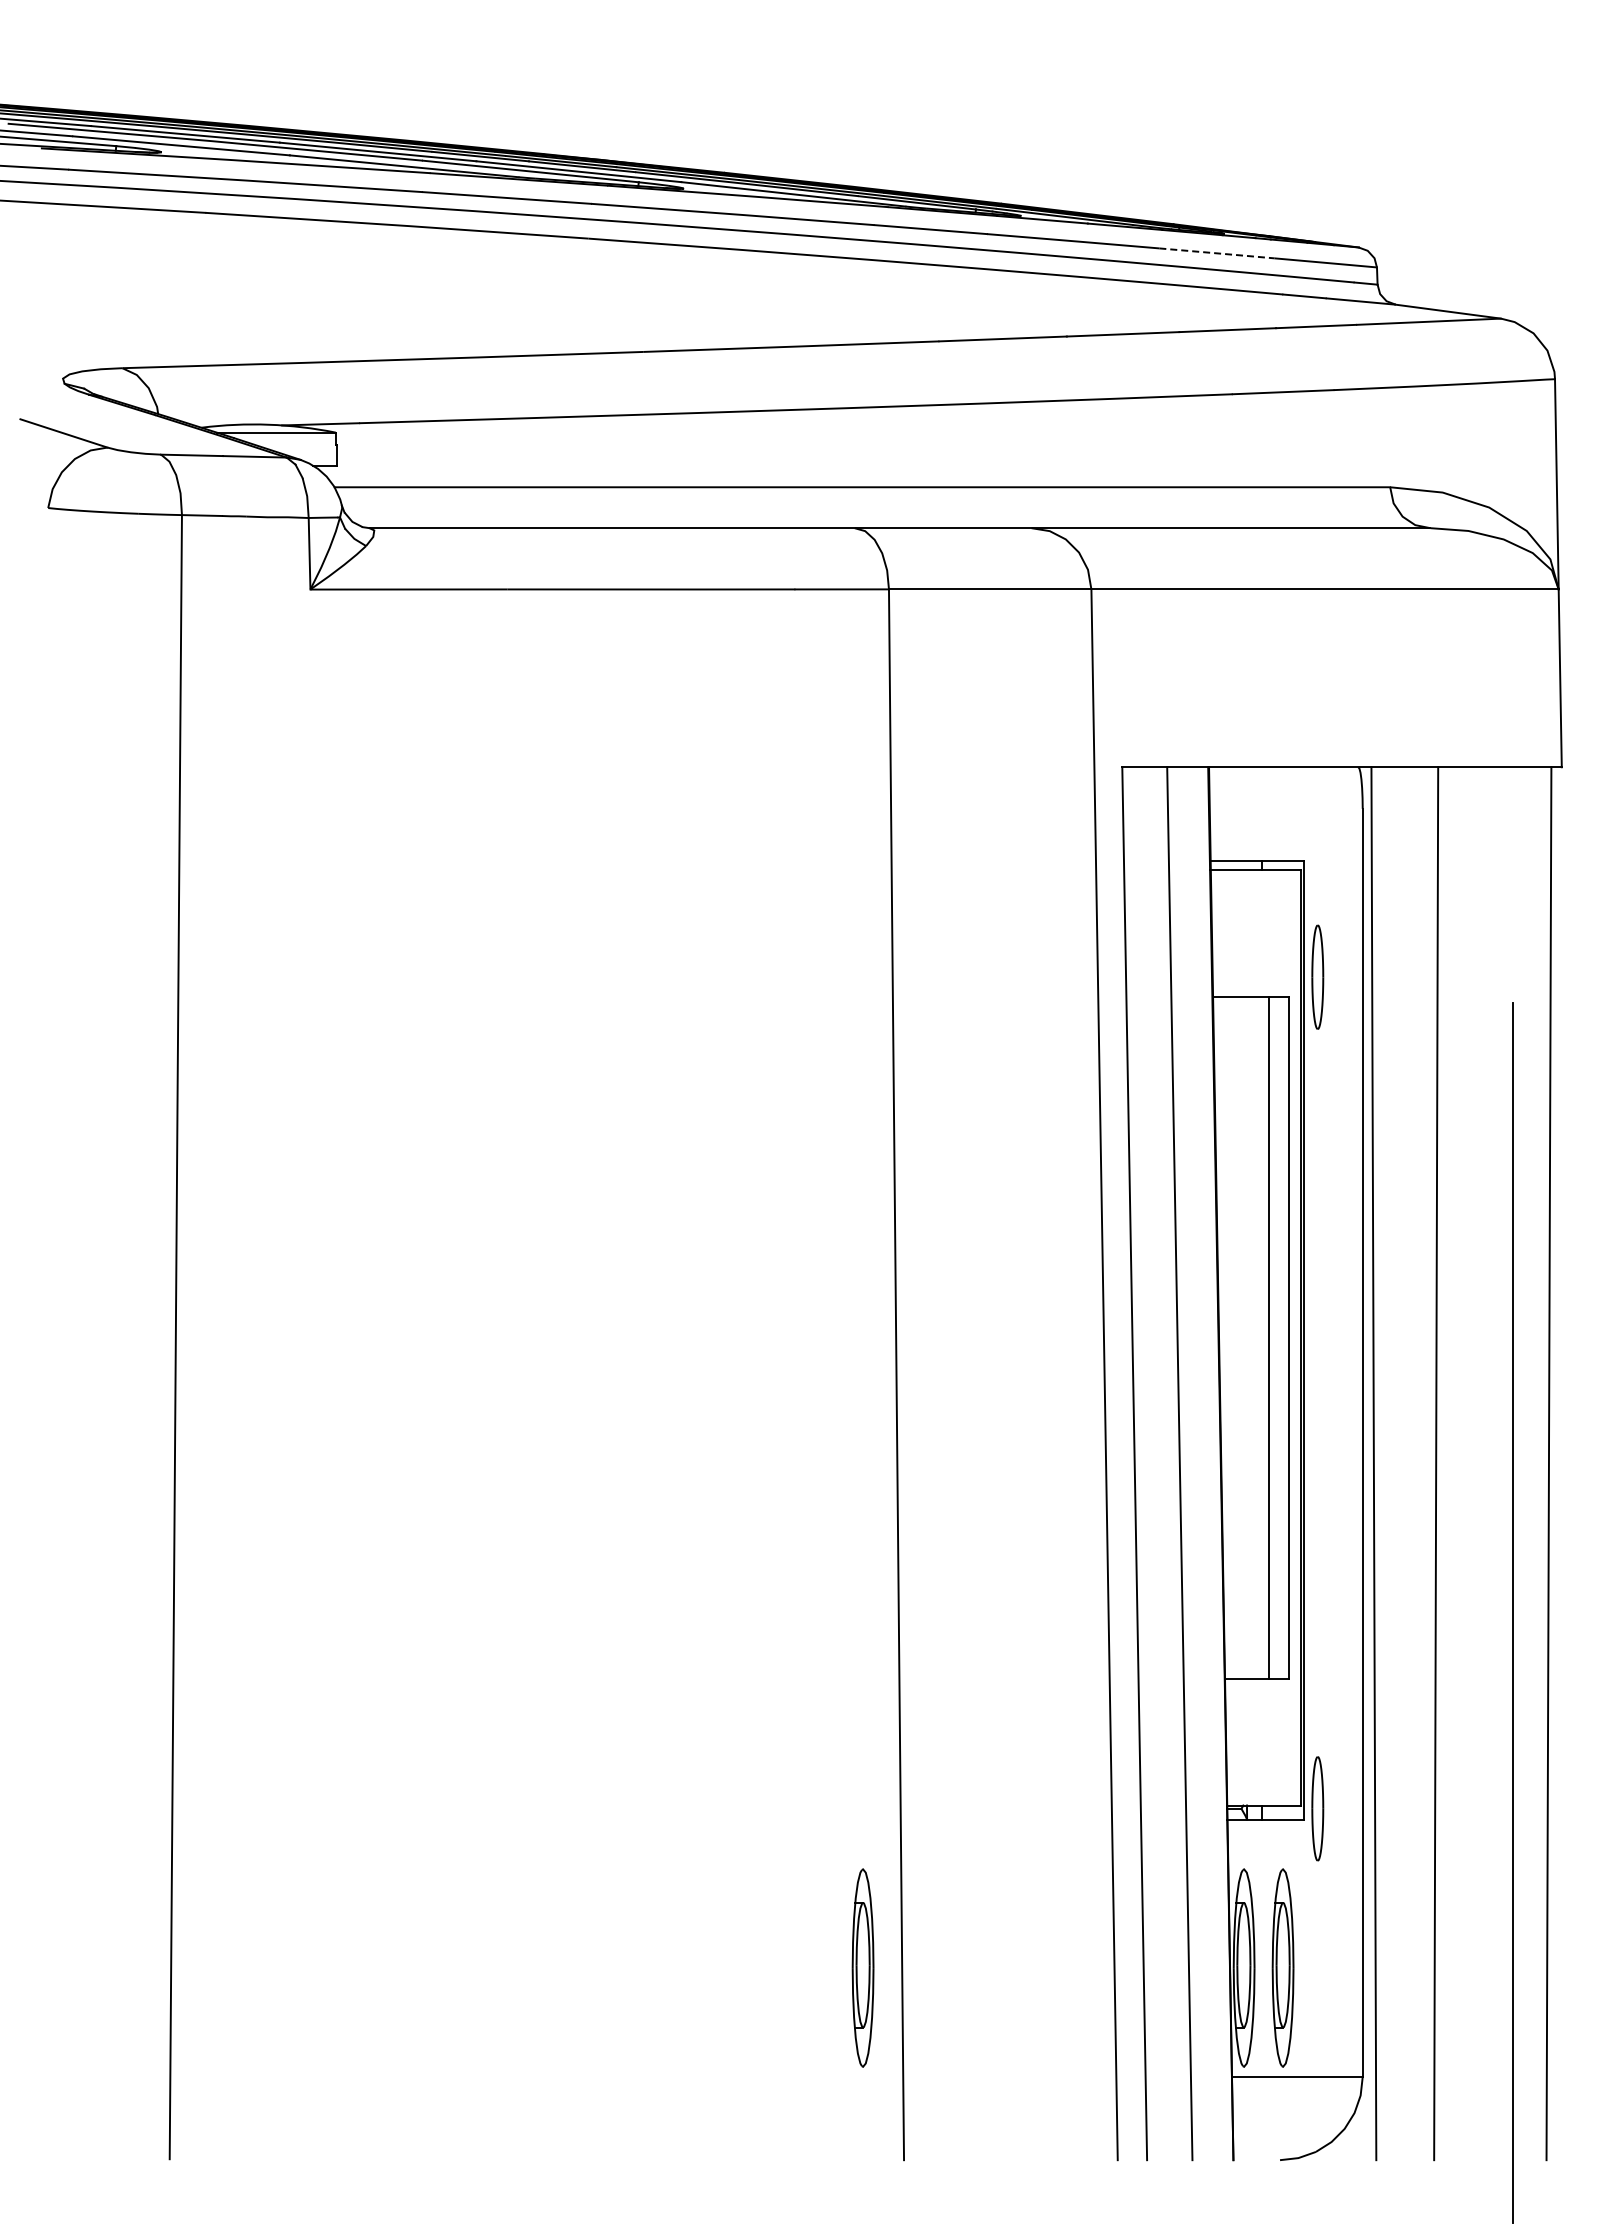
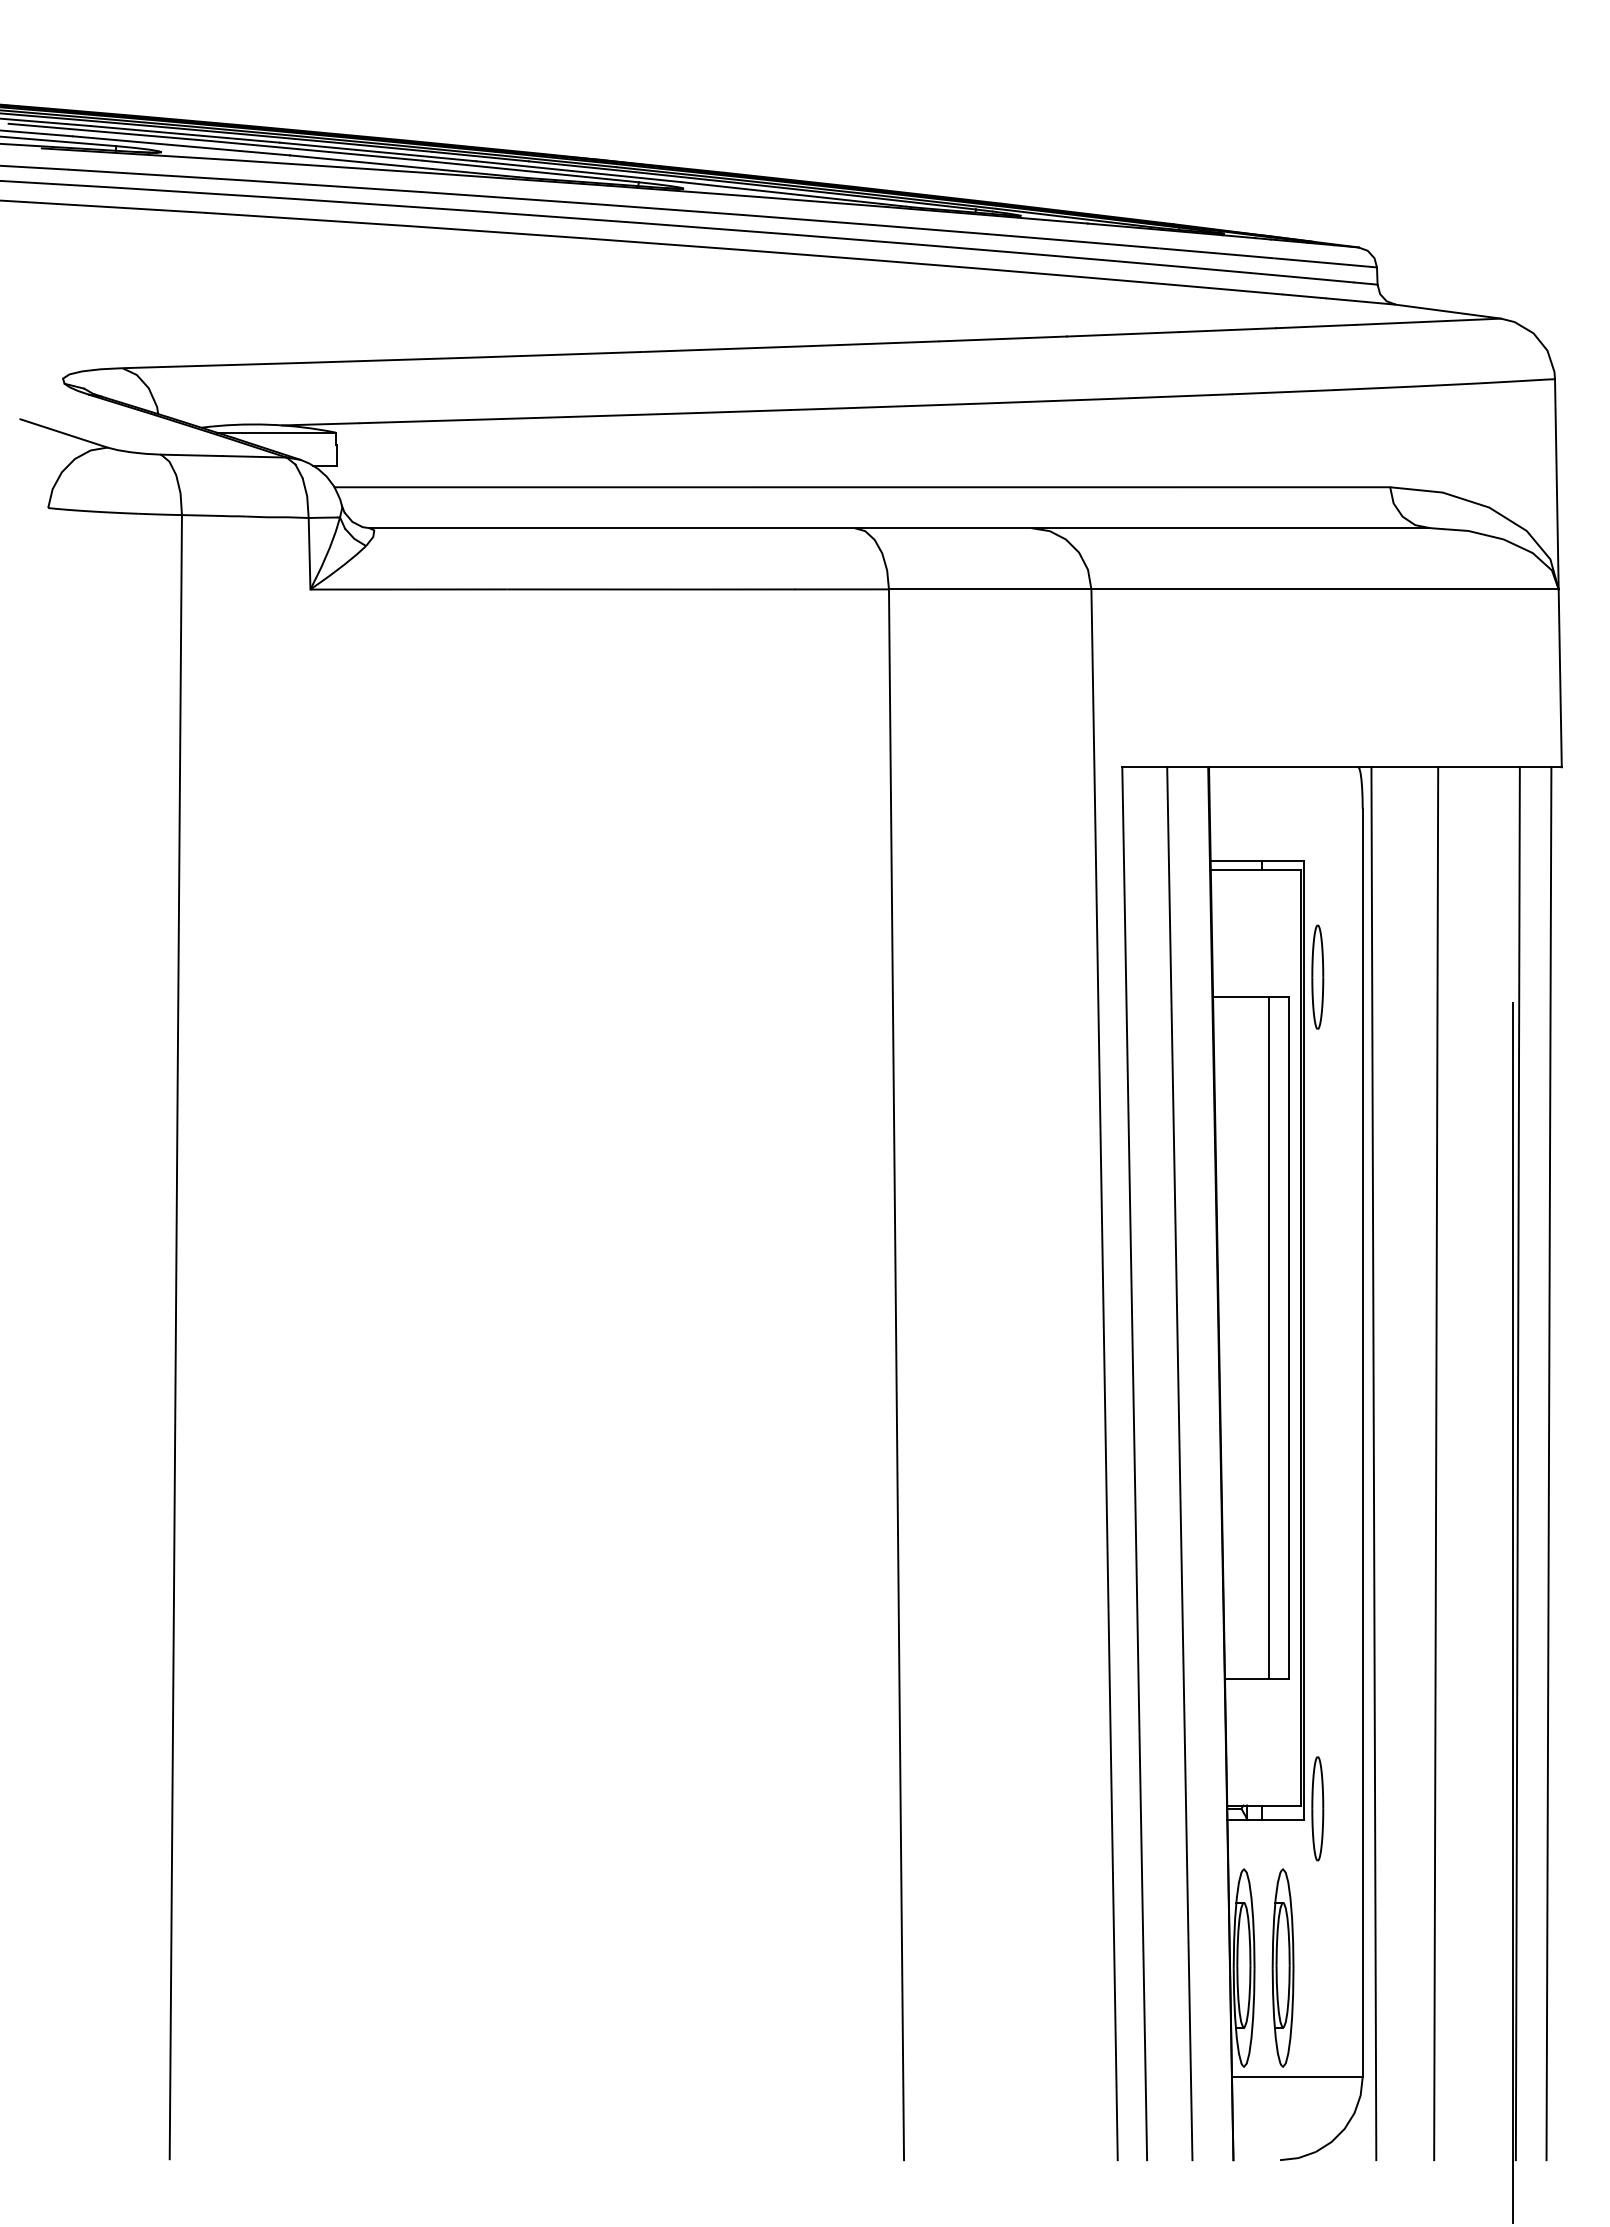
line at (1217, 253): dashed -> solid
line at (1517, 1463): none -> present
part at (862, 1967): present -> none
